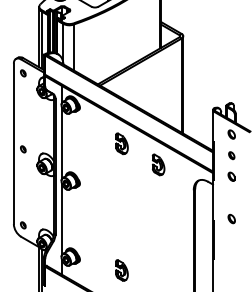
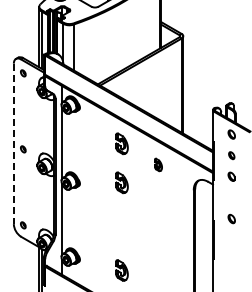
line at (13, 144): solid -> dashed
part at (158, 164) size: 15x24 px -> 9x16 px
part at (121, 182): none -> present
